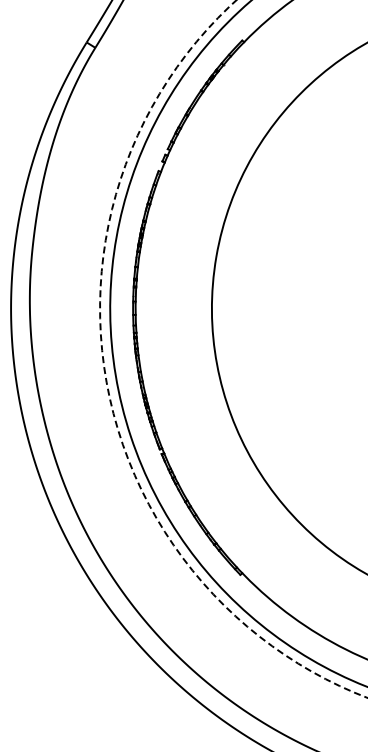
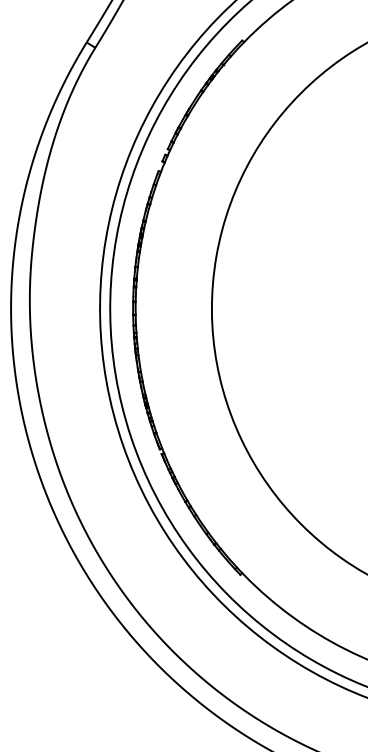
arc at (107, 386): dashed -> solid
